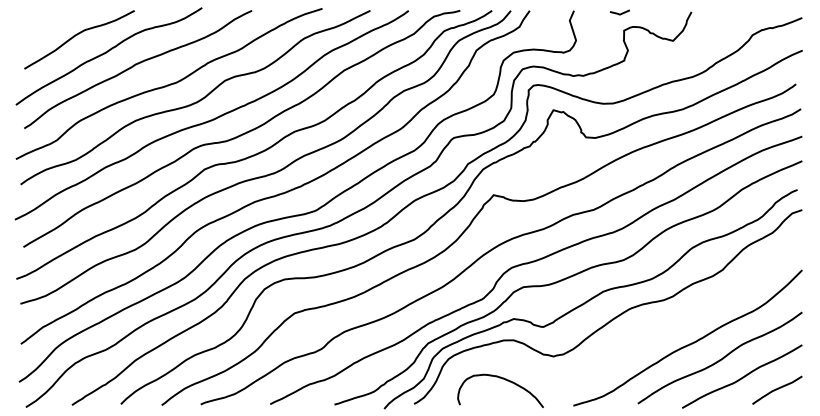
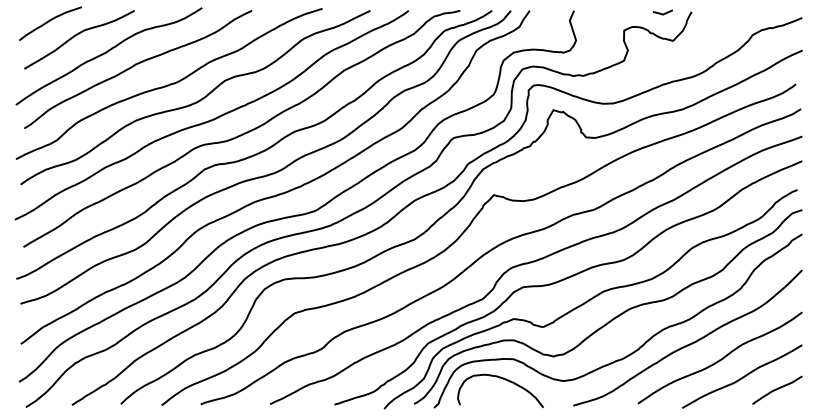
line at (619, 13) position: (619, 13) -> (662, 13)
curve at (50, 21): none -> present
curve at (639, 346): none -> present
